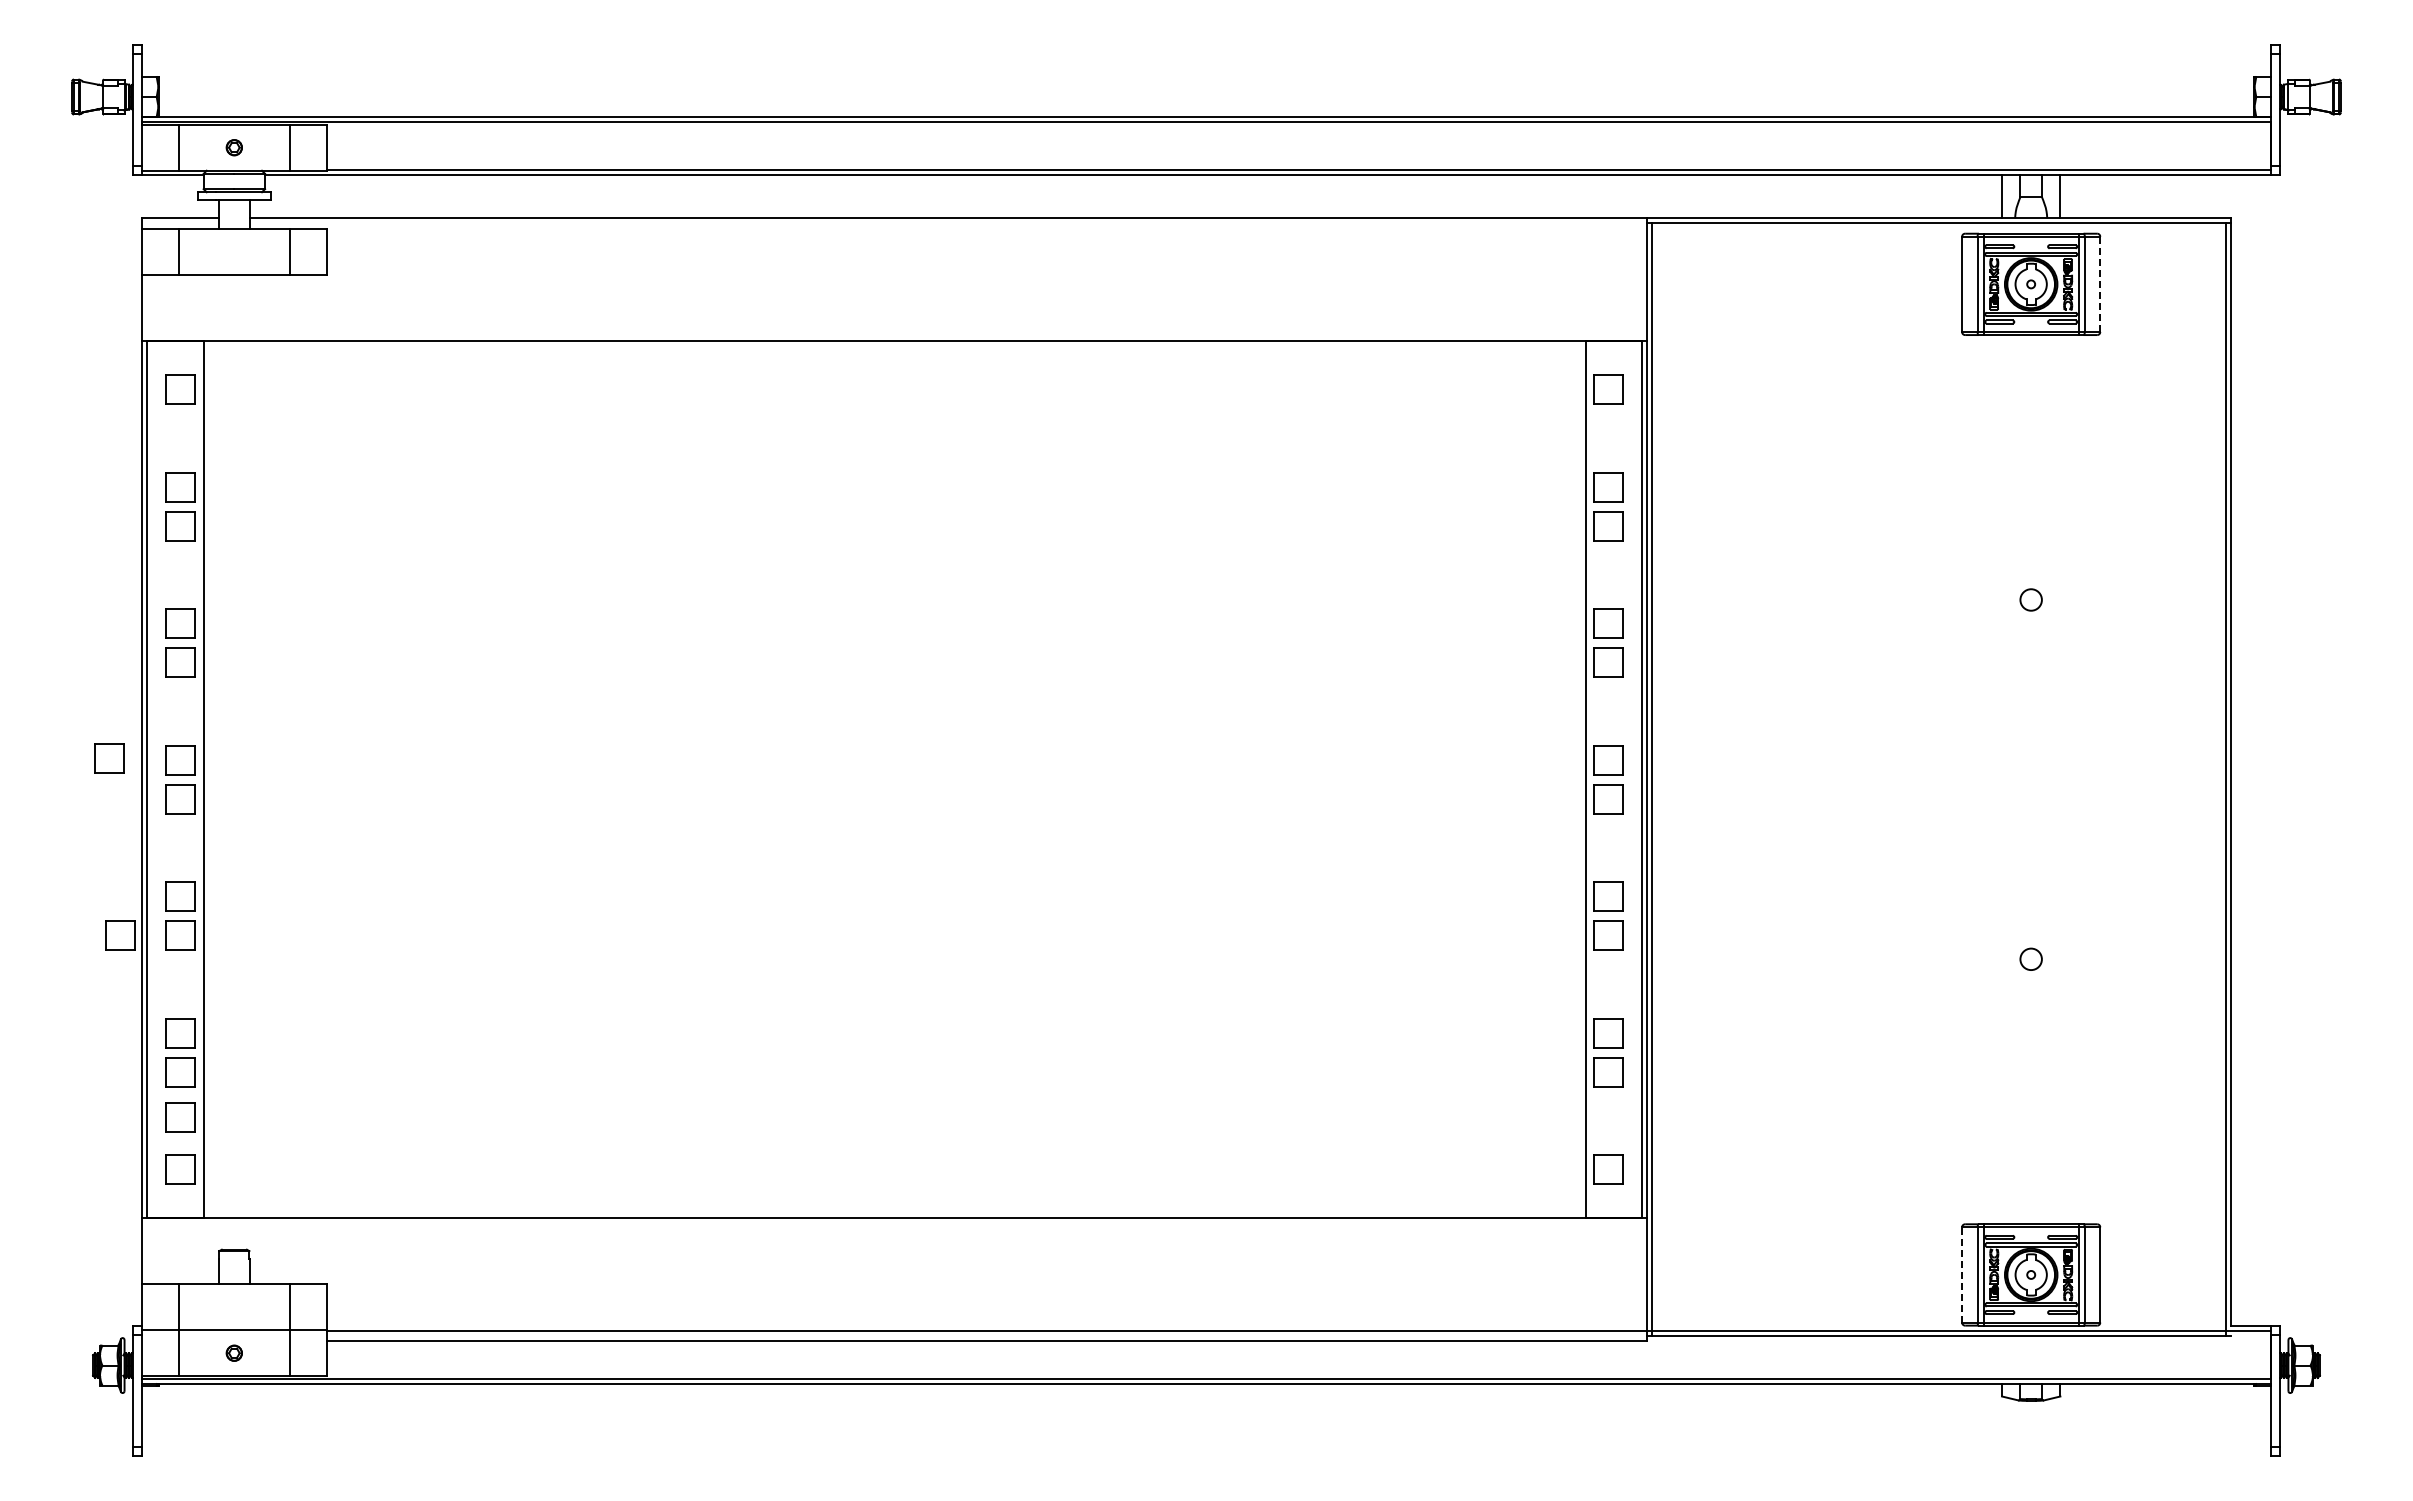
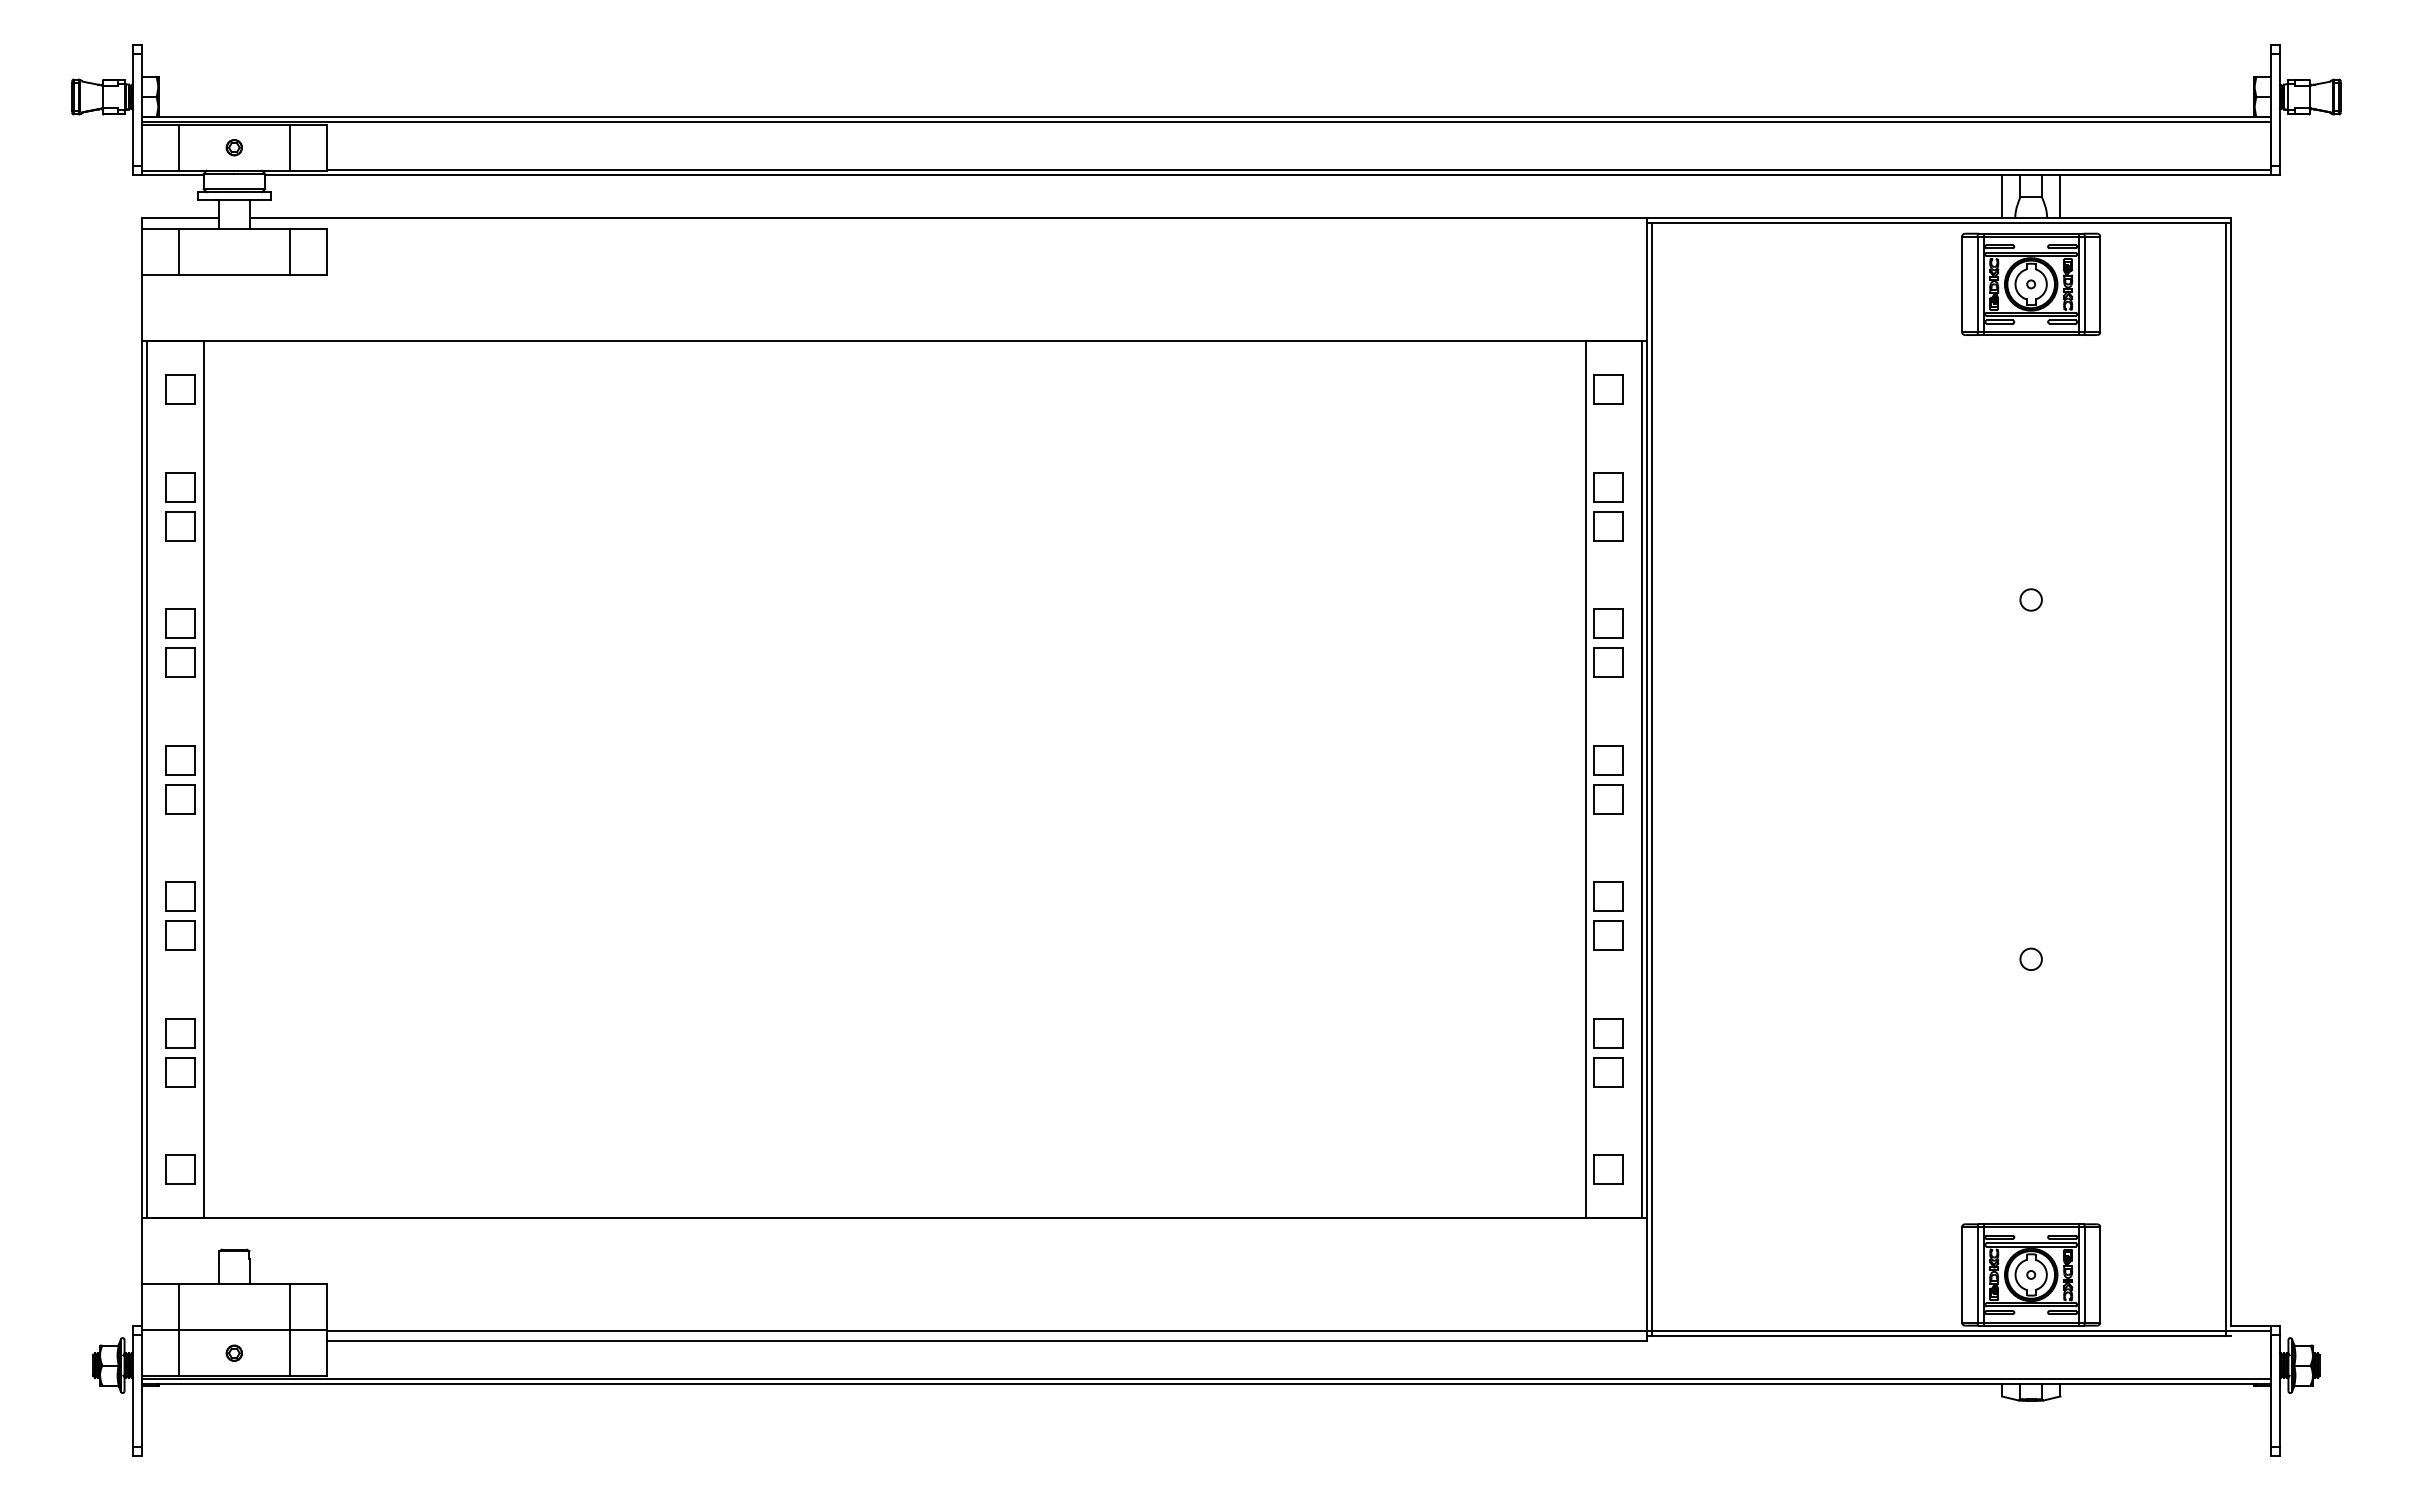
line at (2100, 284): dashed -> solid
part at (109, 758): present -> none
part at (120, 935): present -> none
part at (180, 1117): present -> none
line at (1962, 1274): dashed -> solid
